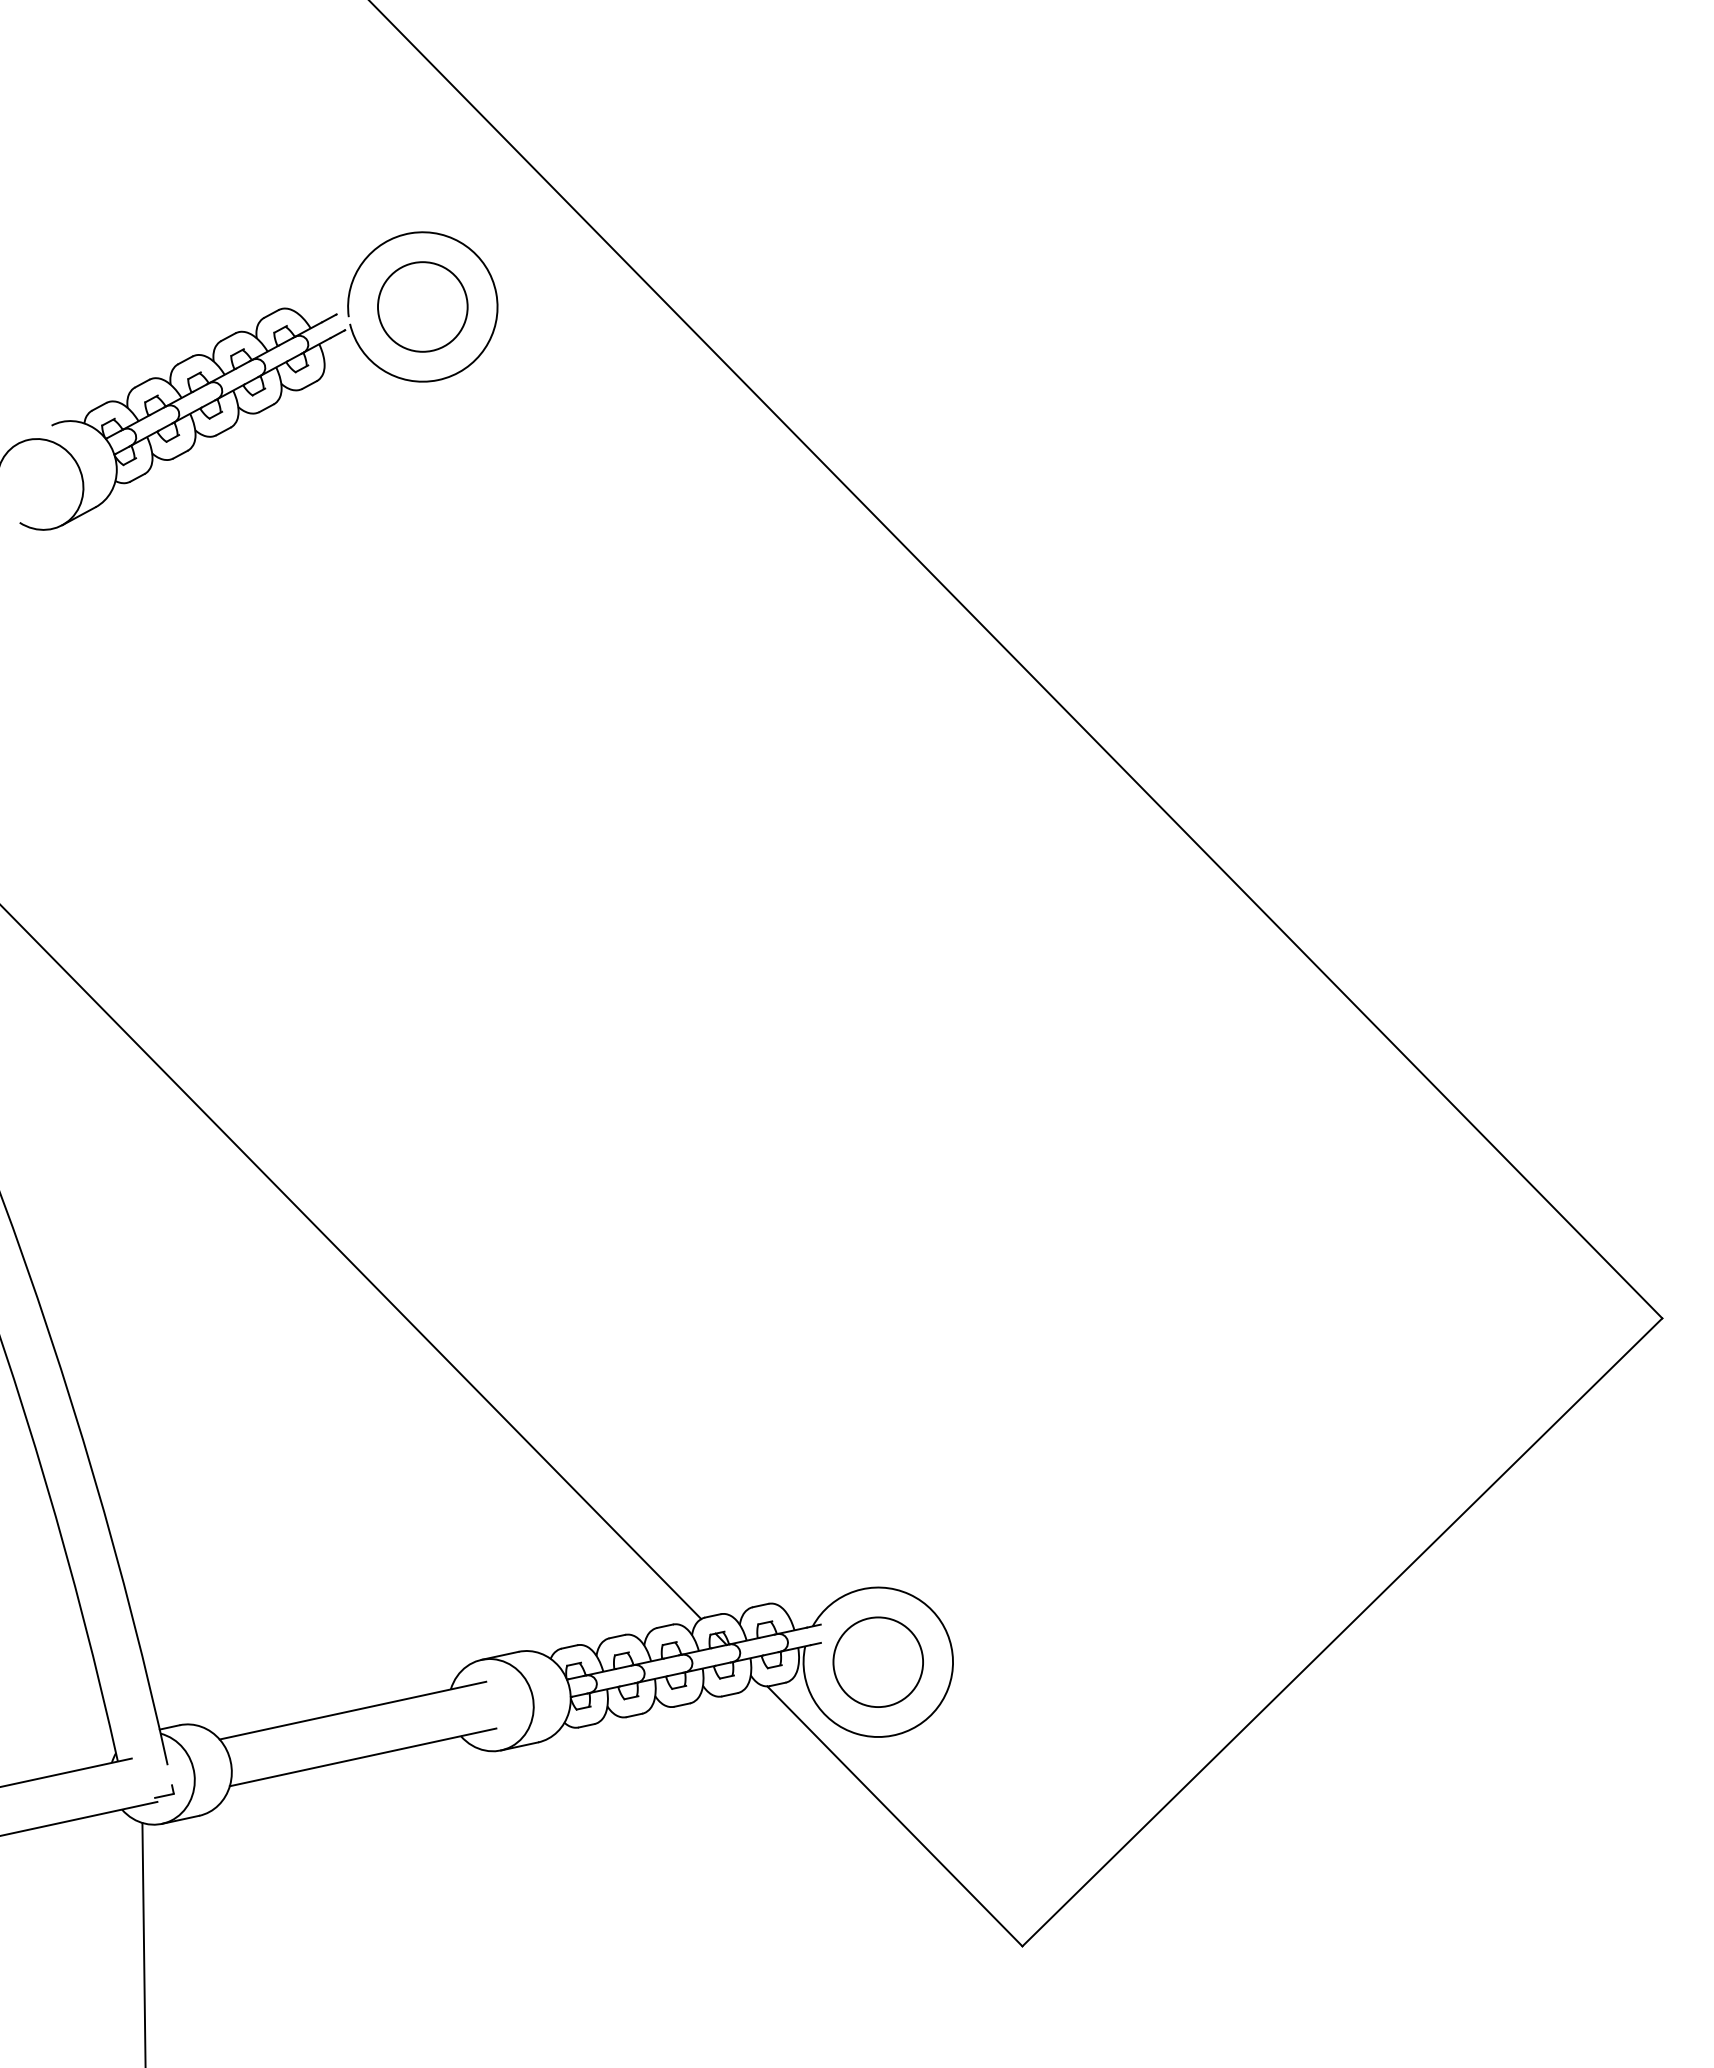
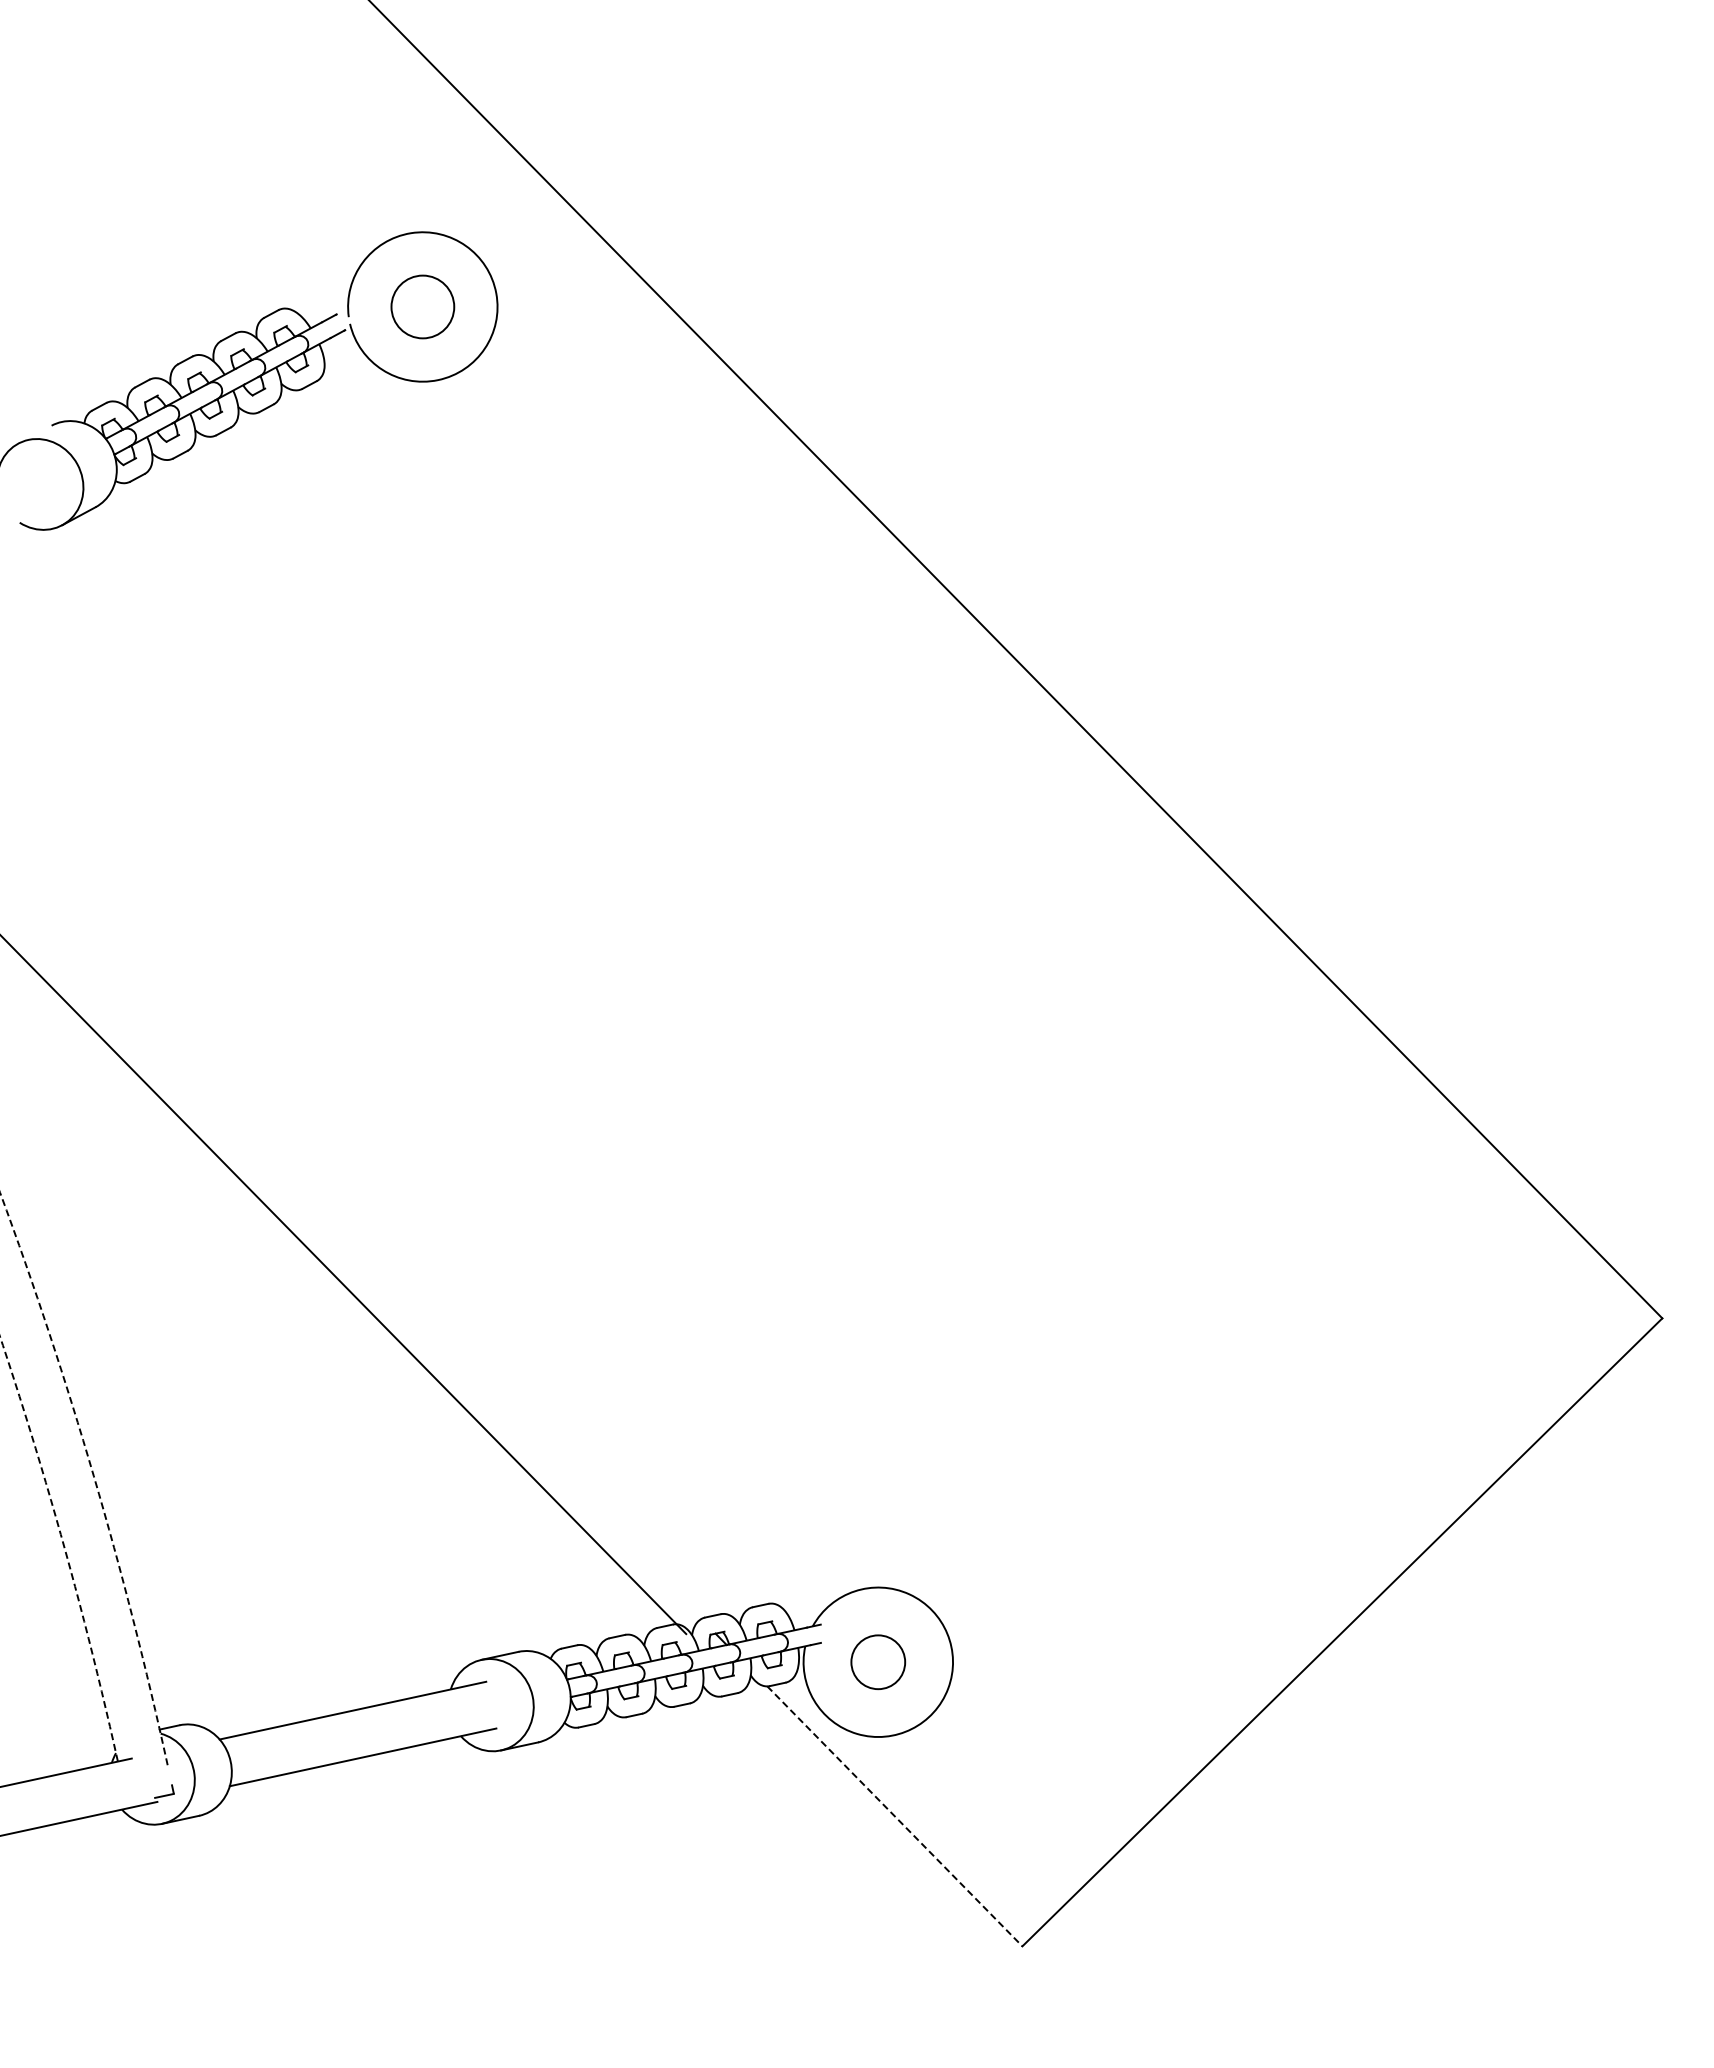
circle at (422, 306) size: 92x92 px -> 66x66 px
line at (351, 1262) position: (351, 1262) -> (344, 1285)
arc at (93, 1476): solid -> dashed
arc at (64, 1548): solid -> dashed
circle at (878, 1662) diameter: 90 px -> 54 px
line at (895, 1816): solid -> dashed
line at (143, 1943): present -> none
